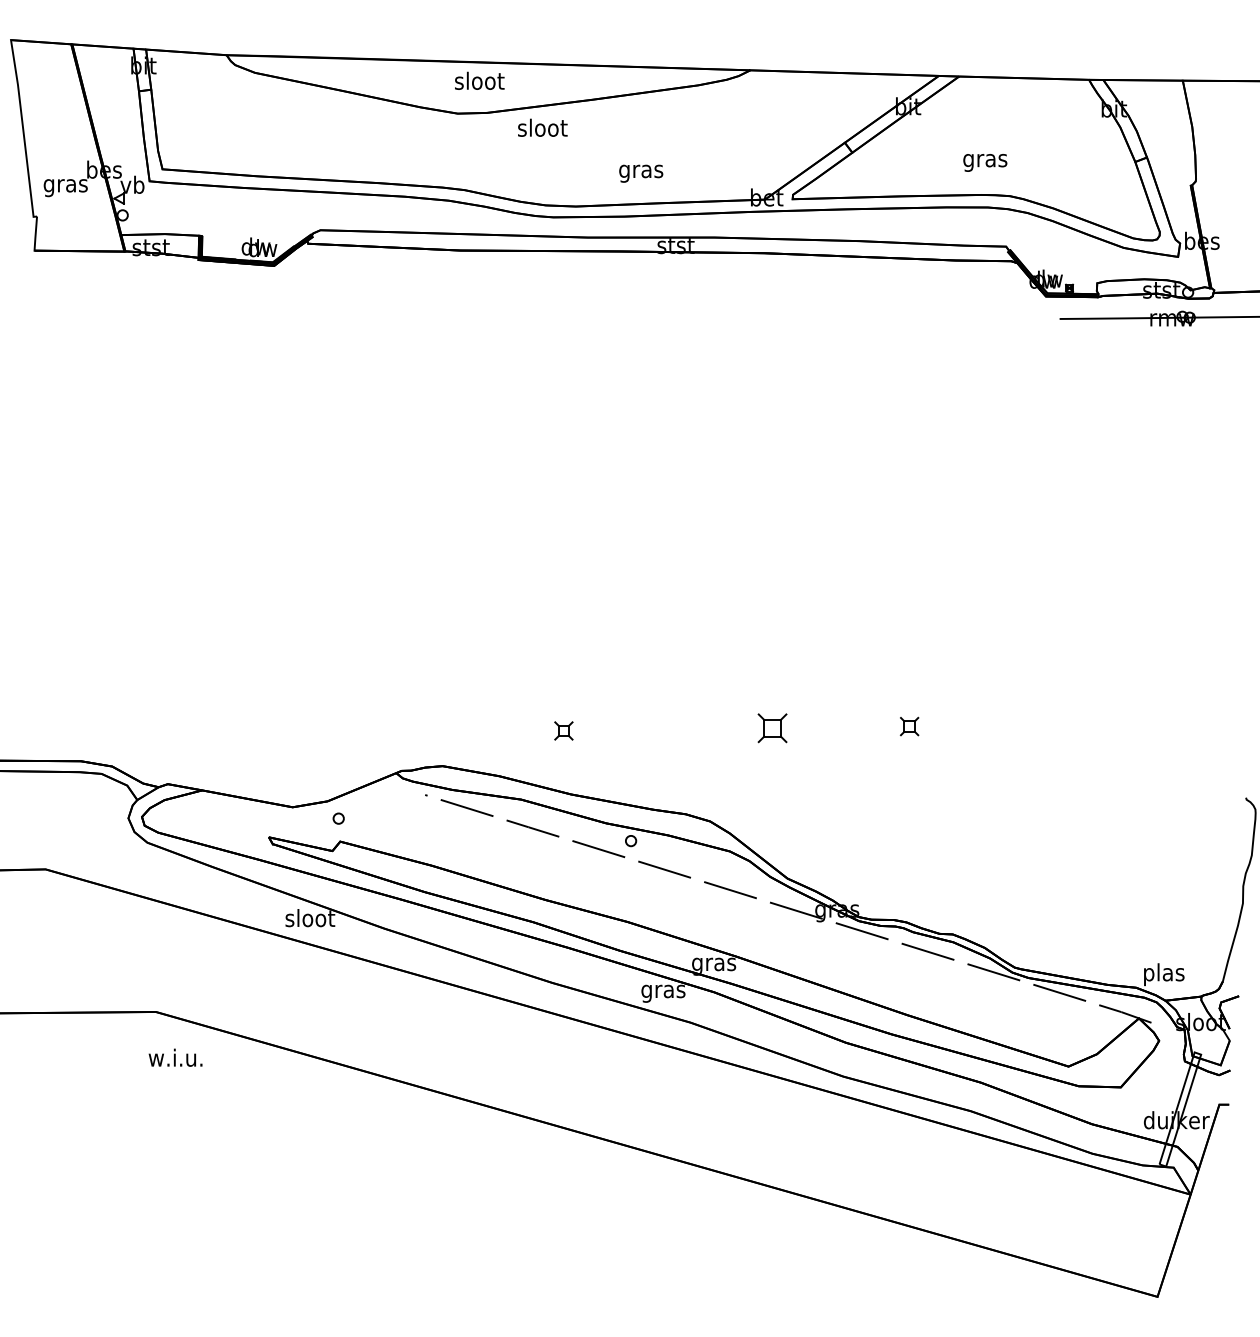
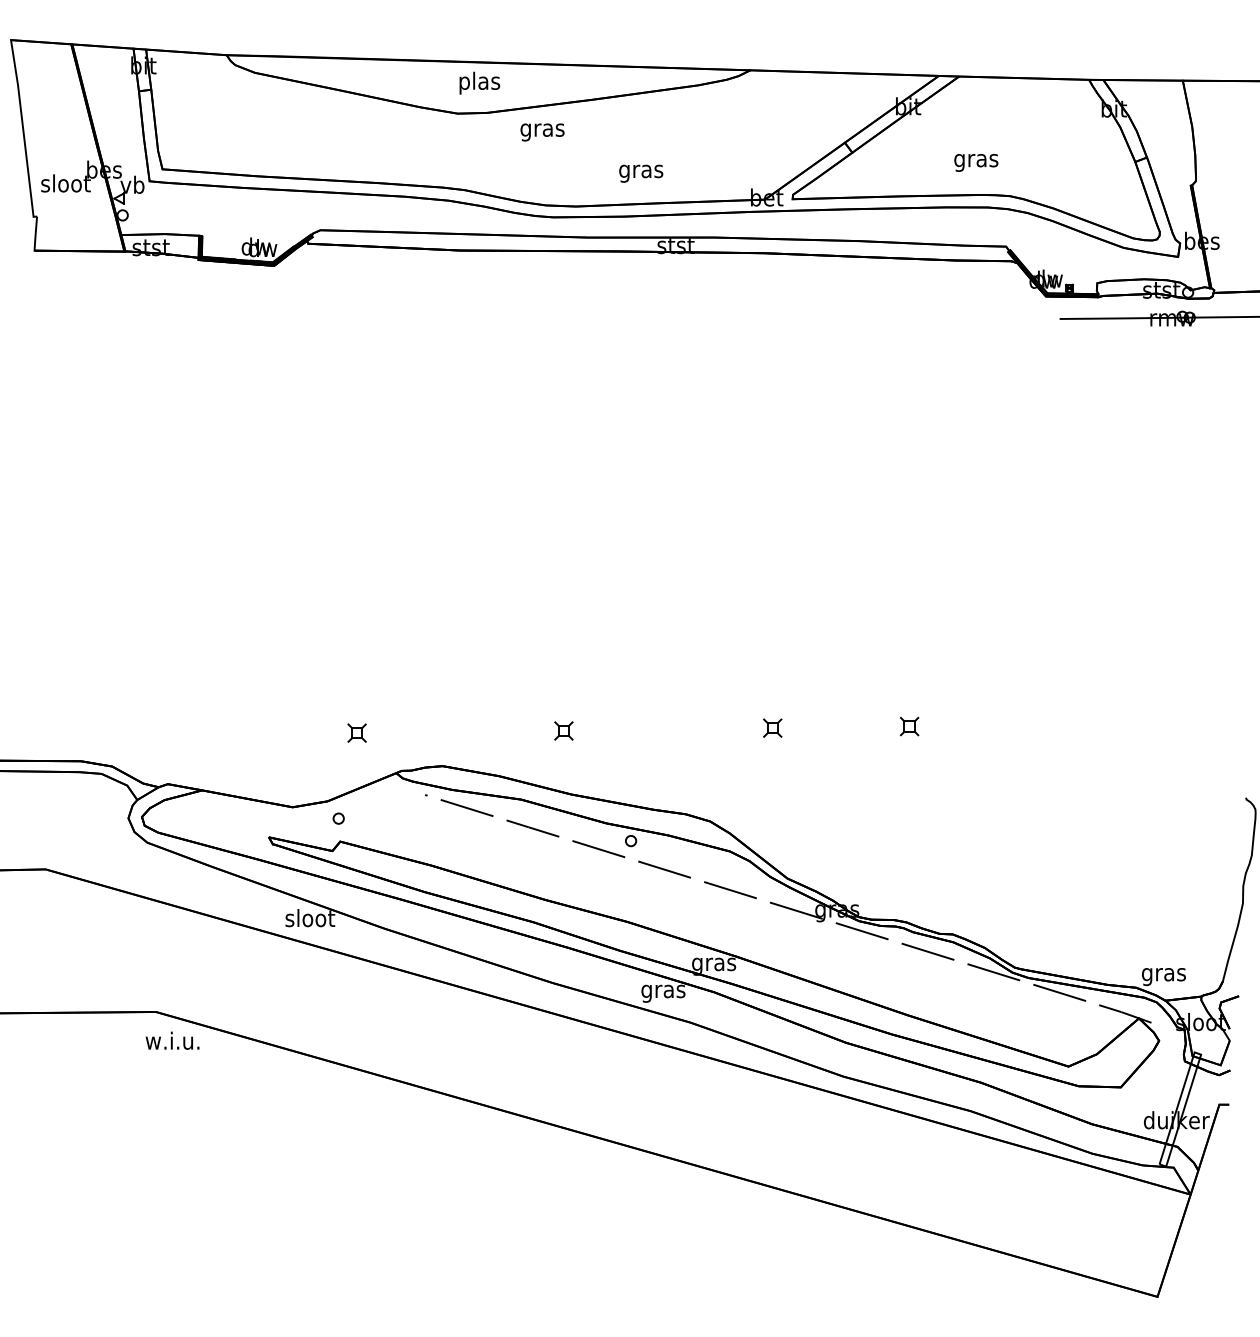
text at (479, 82): sloot -> plas
text at (542, 129): sloot -> gras
text at (985, 162) position: (985, 162) -> (976, 162)
text at (65, 185): gras -> sloot
part at (772, 728) size: 31x31 px -> 20x20 px
part at (356, 732): none -> present
text at (1163, 974): plas -> gras
text at (175, 1057) position: (175, 1057) -> (172, 1040)
